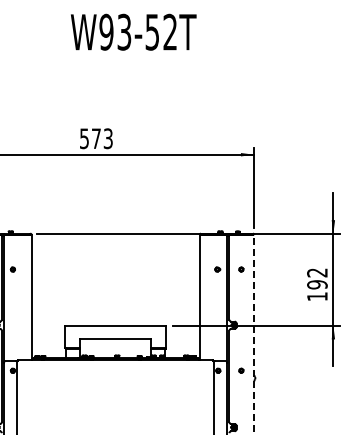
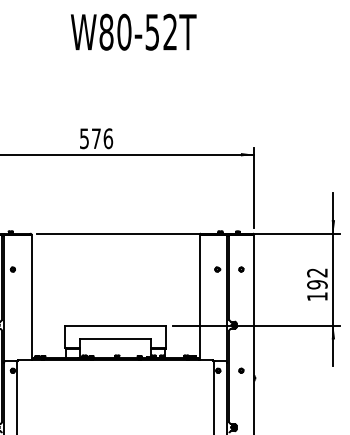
text at (115, 31): W93-52T -> W80-52T
text at (108, 138): 573 -> 576
line at (254, 334): dashed -> solid
